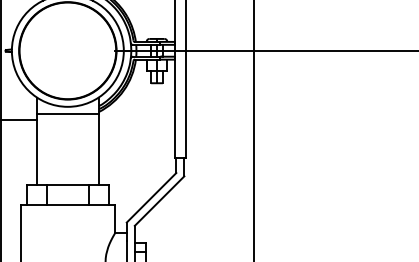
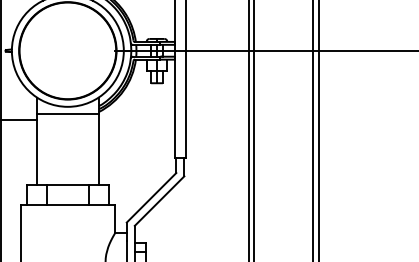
line at (248, 130): none -> present
line at (313, 130): none -> present
line at (319, 130): none -> present
